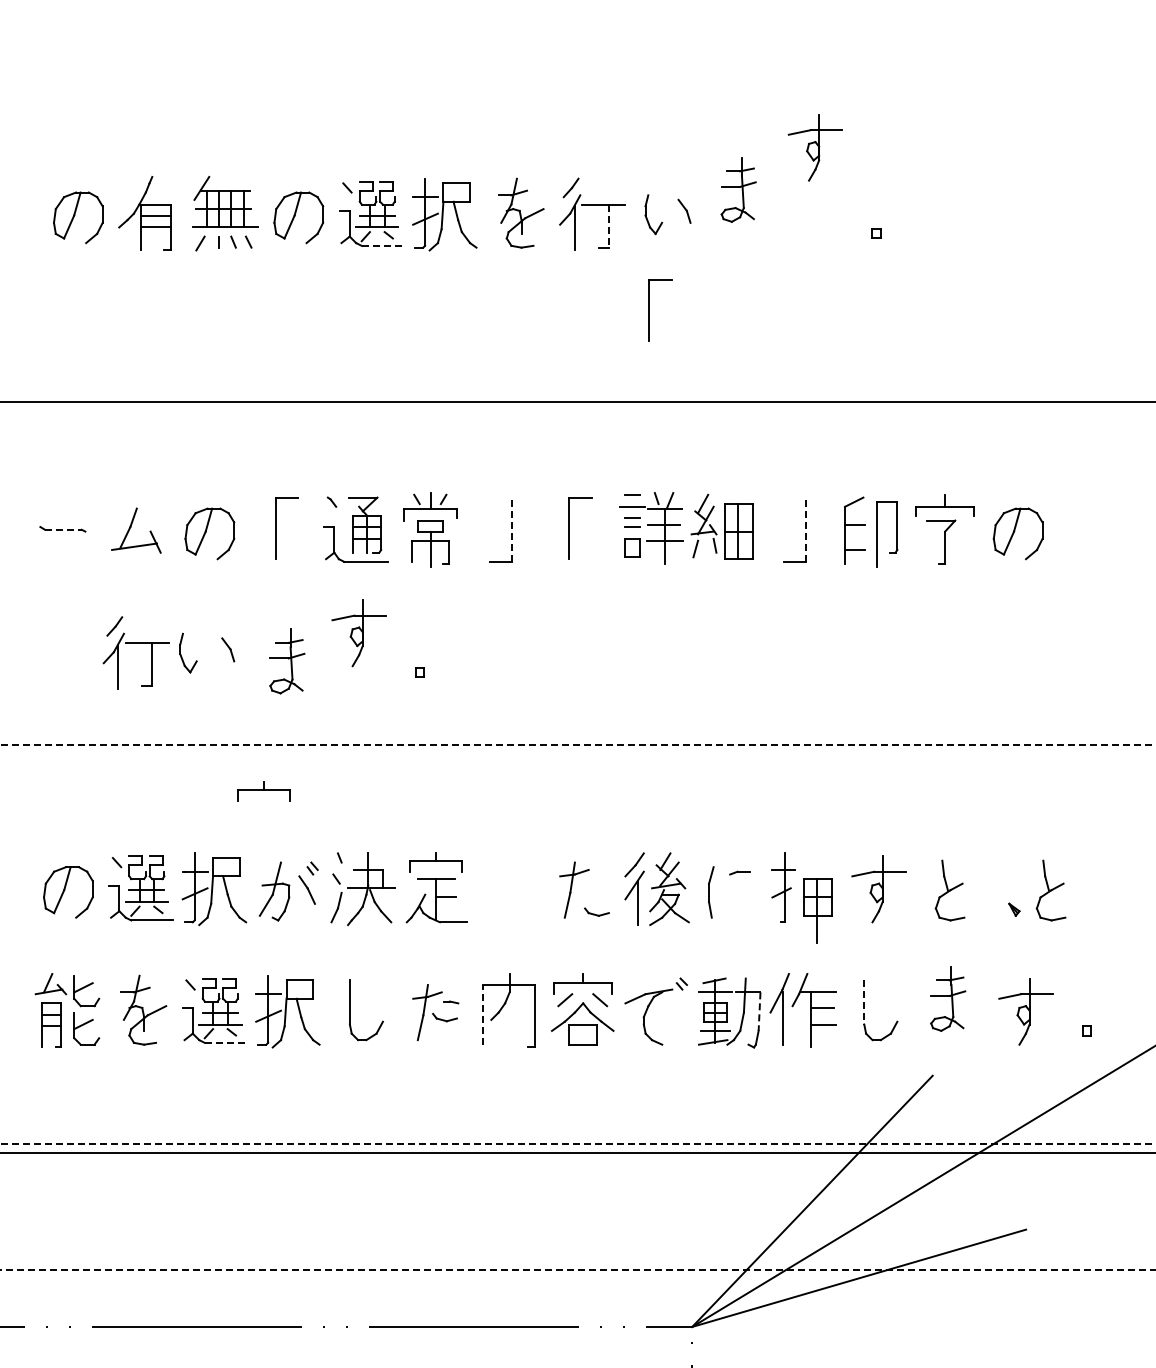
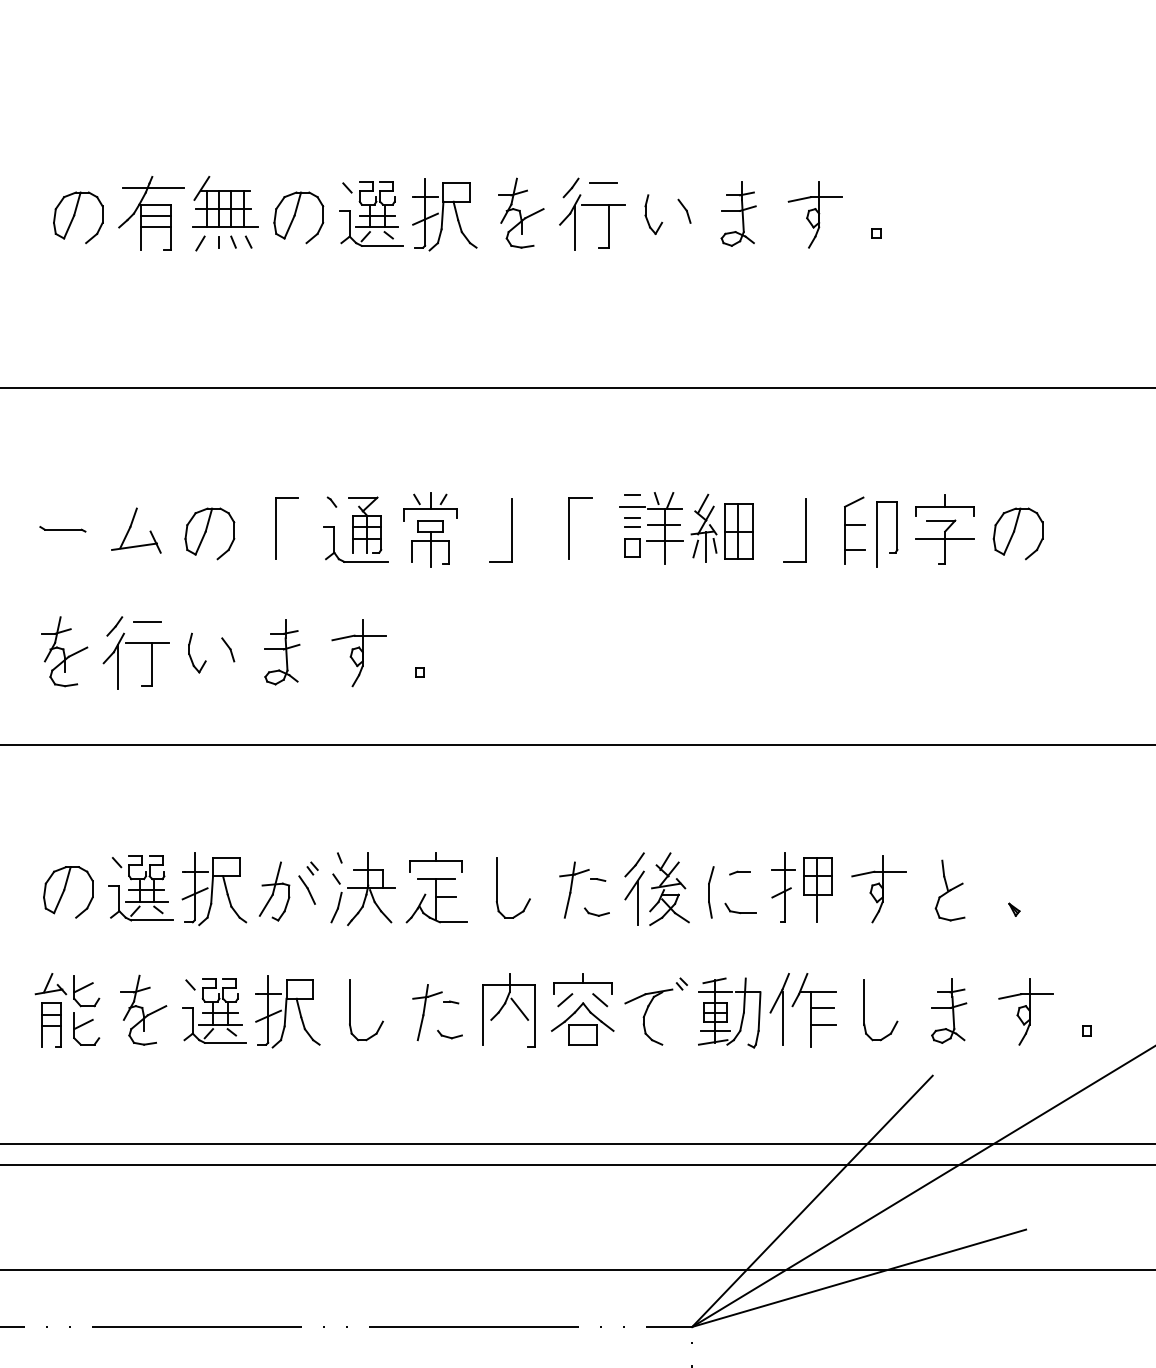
part at (814, 147) position: (814, 147) -> (814, 214)
line at (603, 183): none -> present
line at (153, 187): none -> present
part at (738, 189) position: (738, 189) -> (738, 213)
line at (608, 226): dashed -> solid
line at (382, 245): dashed -> solid
part at (649, 310): present -> none
line at (577, 402) position: (577, 402) -> (577, 388)
line at (63, 529): dashed -> solid
line at (511, 530): dashed -> solid
line at (805, 530): dashed -> solid
line at (944, 538): none -> present
line at (706, 546): none -> present
line at (147, 621): none -> present
part at (358, 633) position: (358, 633) -> (358, 653)
part at (64, 651): none -> present
part at (182, 656) position: (182, 656) -> (191, 656)
part at (287, 661) position: (287, 661) -> (282, 652)
line at (577, 745): dashed -> solid
part at (263, 791): present -> none
line at (598, 879): none -> present
part at (497, 887): none -> present
part at (1050, 890): present -> none
part at (740, 907): none -> present
part at (817, 910) position: (817, 910) -> (817, 889)
part at (948, 998) position: (948, 998) -> (949, 1010)
line at (864, 1002): dashed -> solid
line at (519, 1008): none -> present
line at (759, 1012): dashed -> solid
line at (483, 1014): dashed -> solid
part at (444, 1017) position: (444, 1017) -> (449, 1034)
line at (225, 1042): dashed -> solid
line at (577, 1144): dashed -> solid
line at (577, 1153) position: (577, 1153) -> (577, 1165)
line at (577, 1270): dashed -> solid
